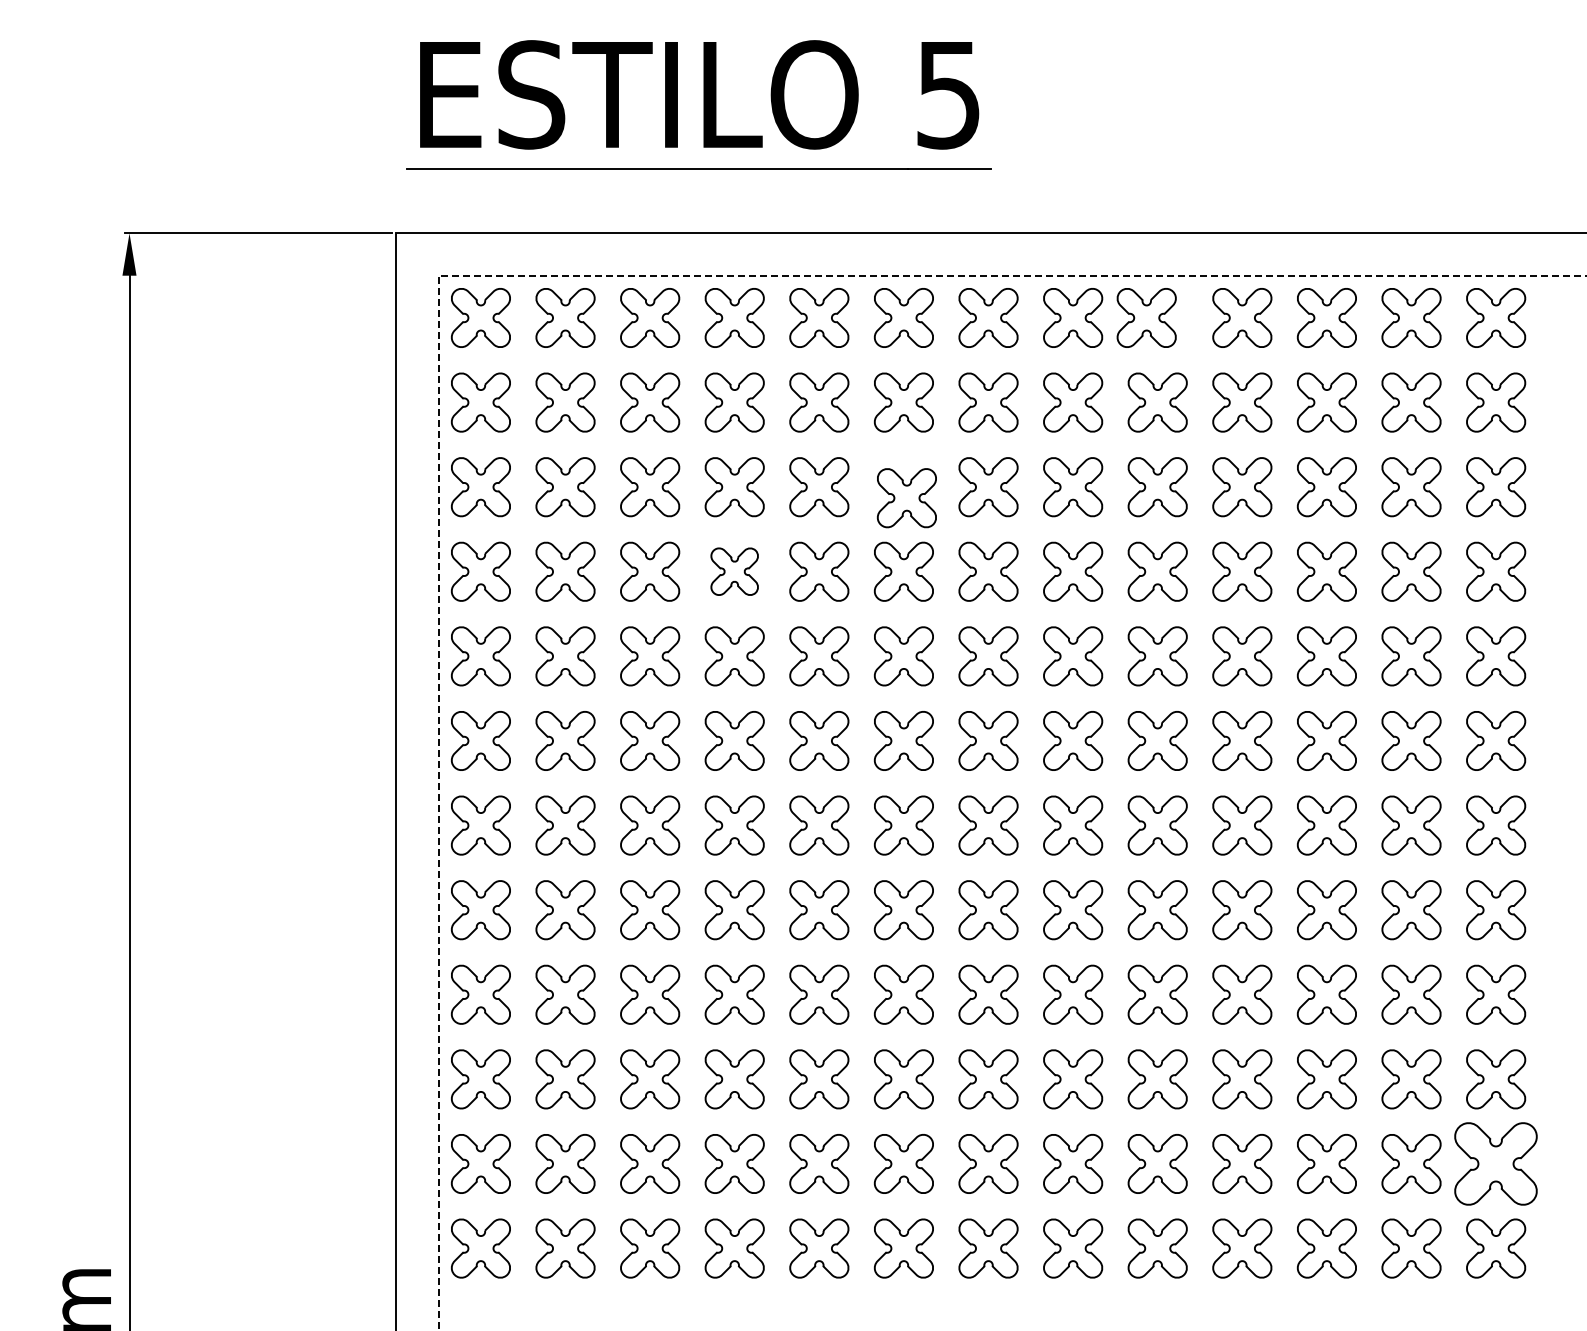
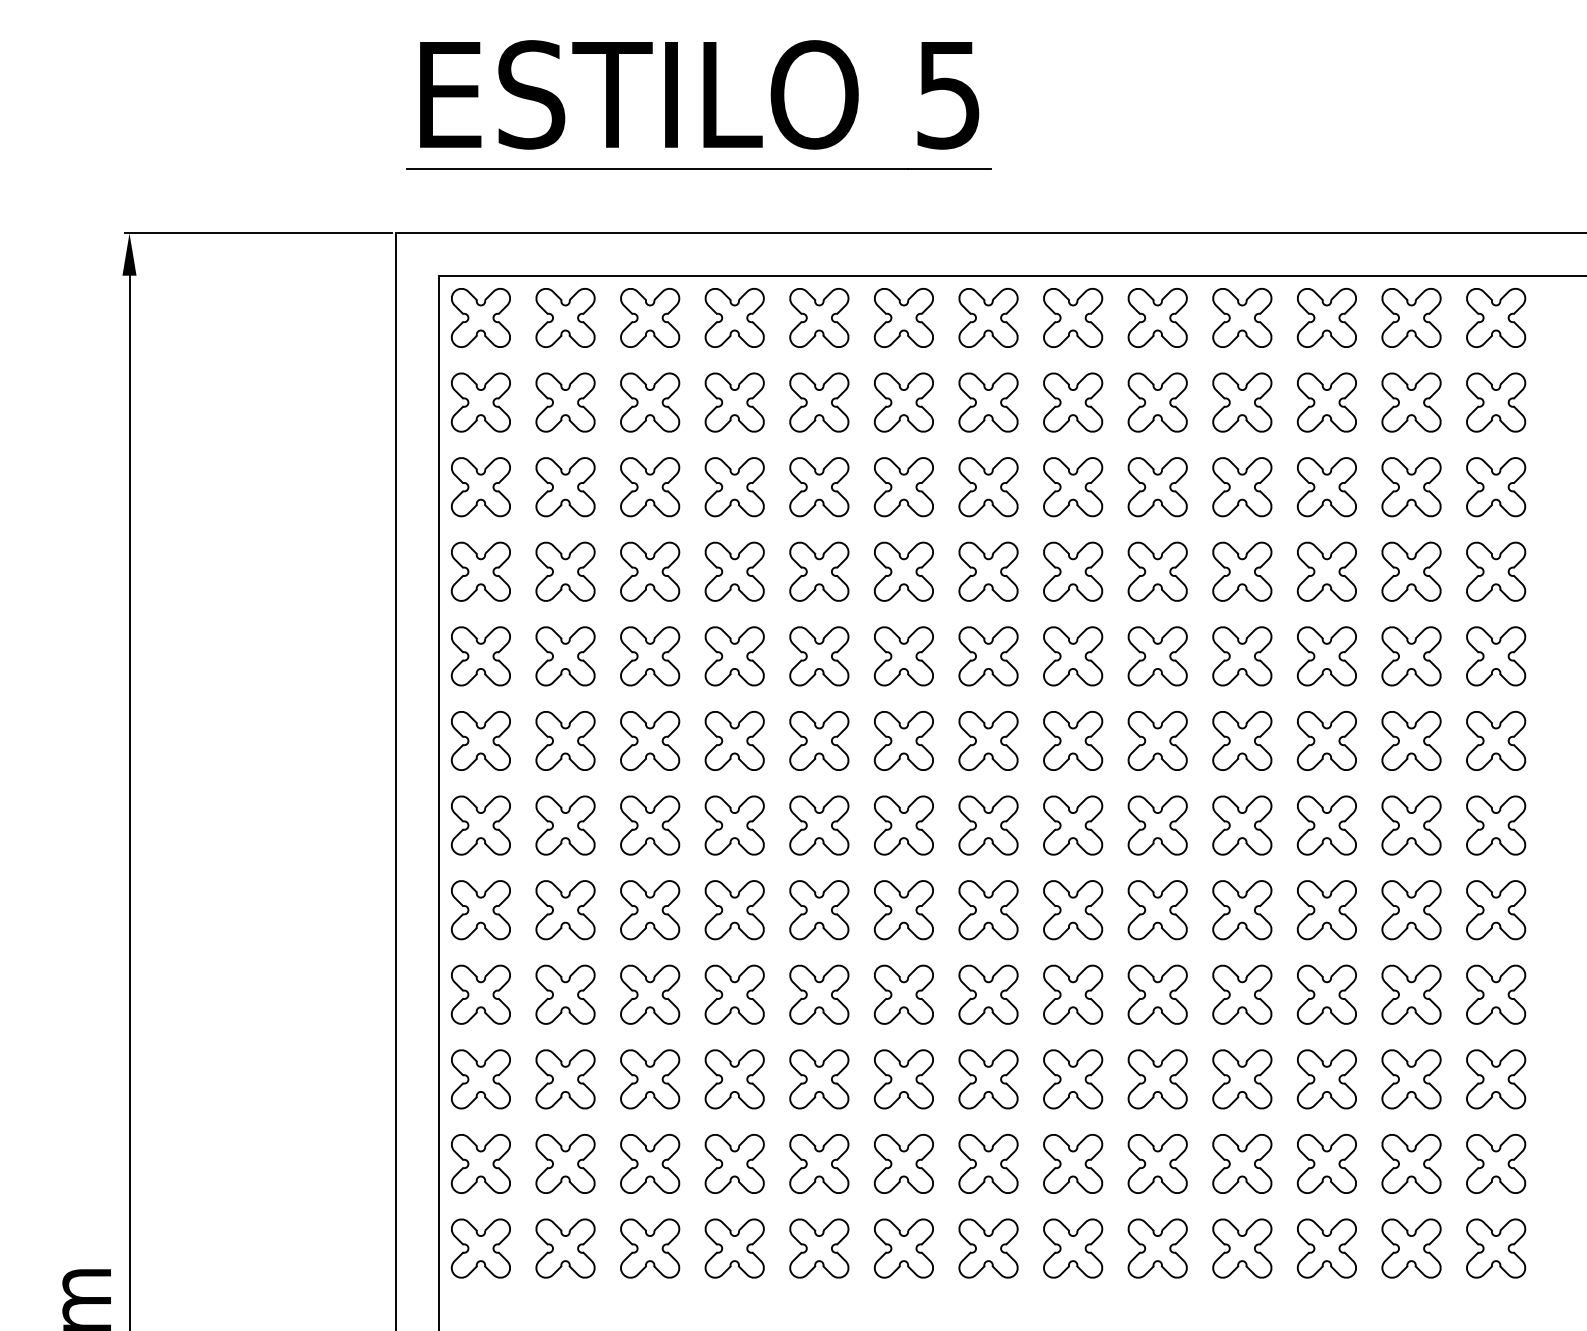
line at (484, 275): dashed -> solid
part at (1146, 317) position: (1146, 317) -> (1157, 317)
part at (906, 498) position: (906, 498) -> (903, 487)
part at (734, 571) size: 49x49 px -> 61x61 px
part at (1495, 1163) size: 84x84 px -> 61x60 px
